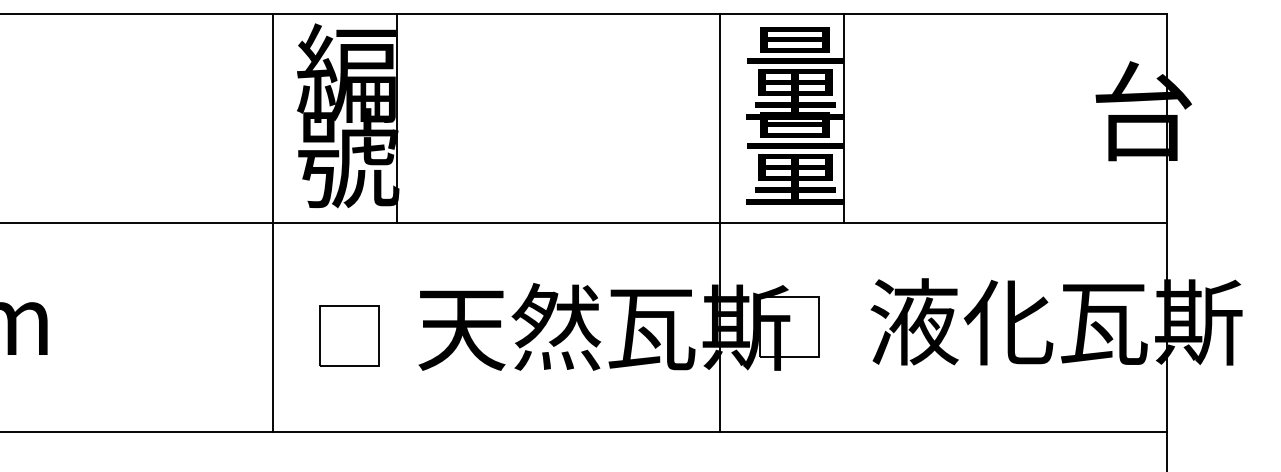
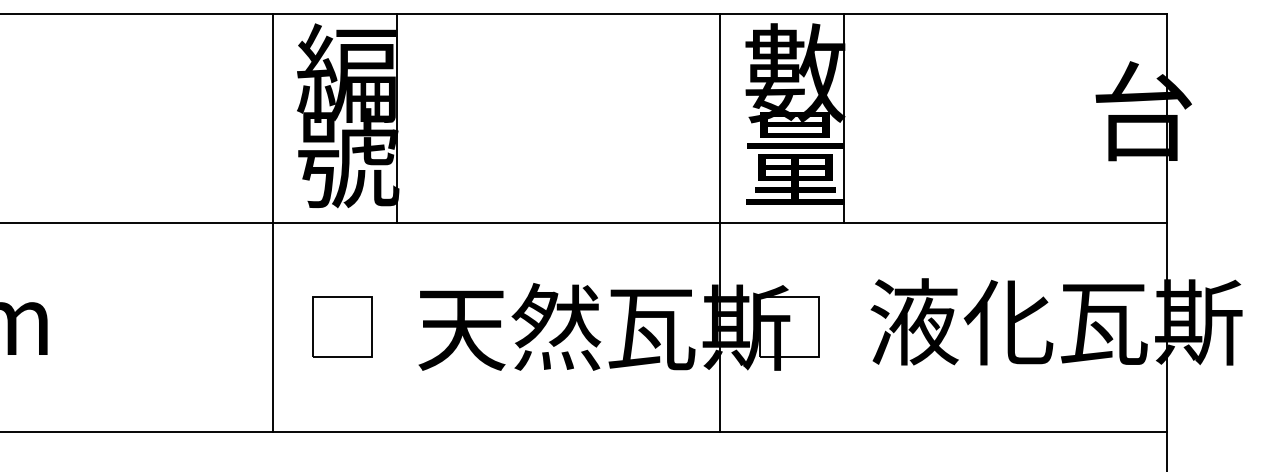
text at (795, 73): 量 -> 數
part at (349, 335) position: (349, 335) -> (342, 326)
